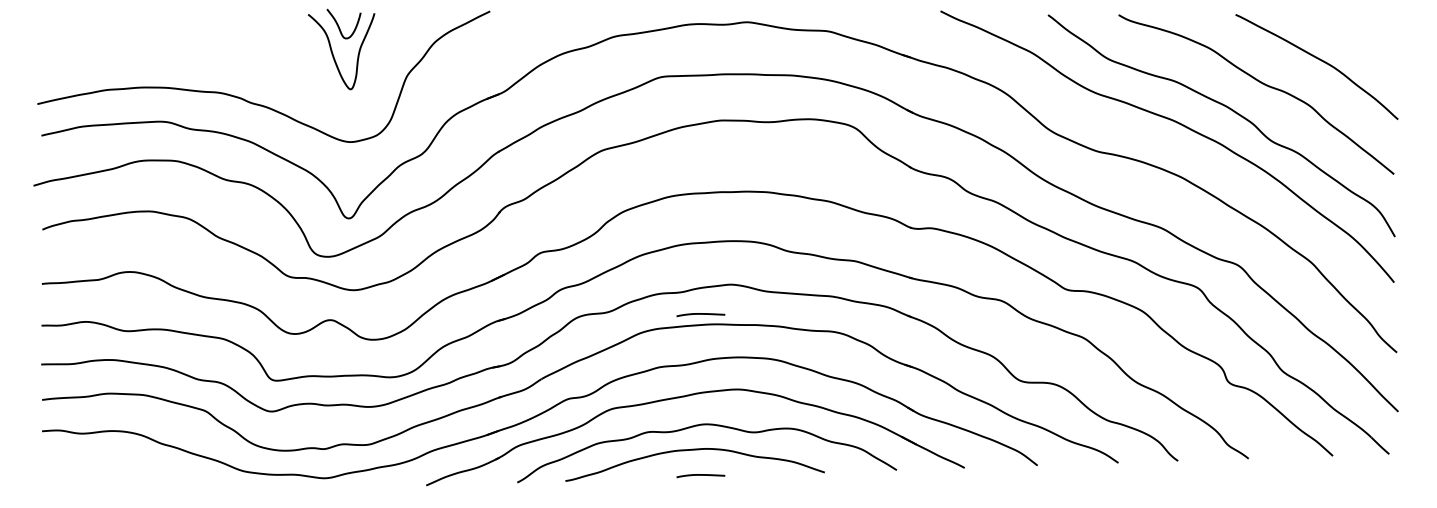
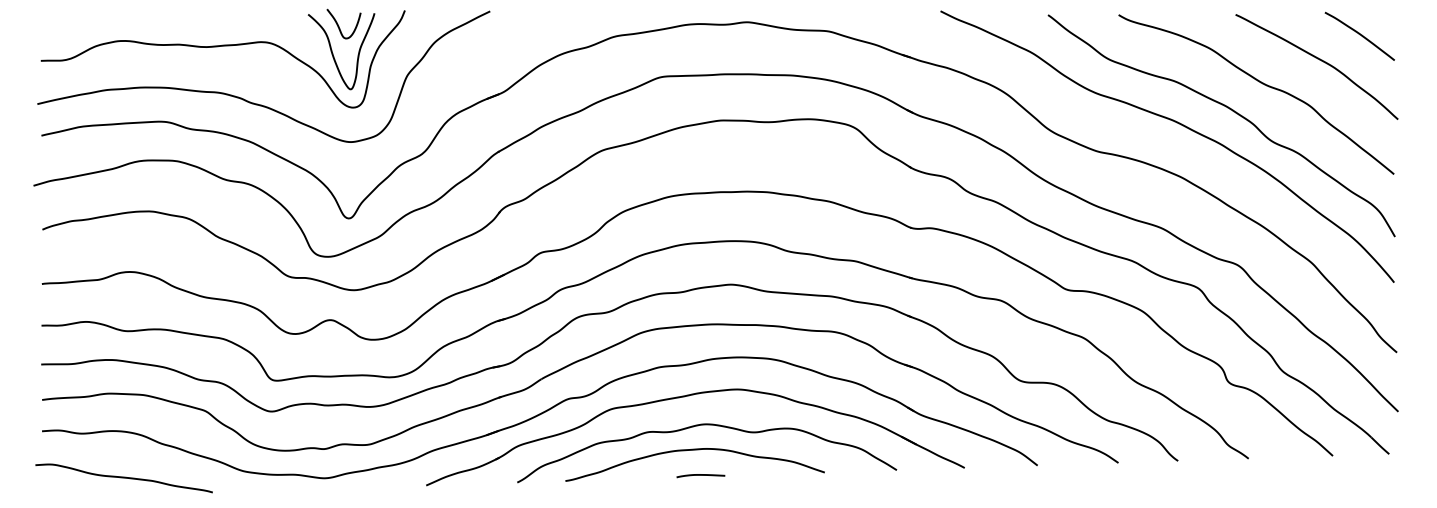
curve at (1359, 34): none -> present
curve at (218, 47): none -> present
curve at (700, 314): present -> none
curve at (123, 478): none -> present
